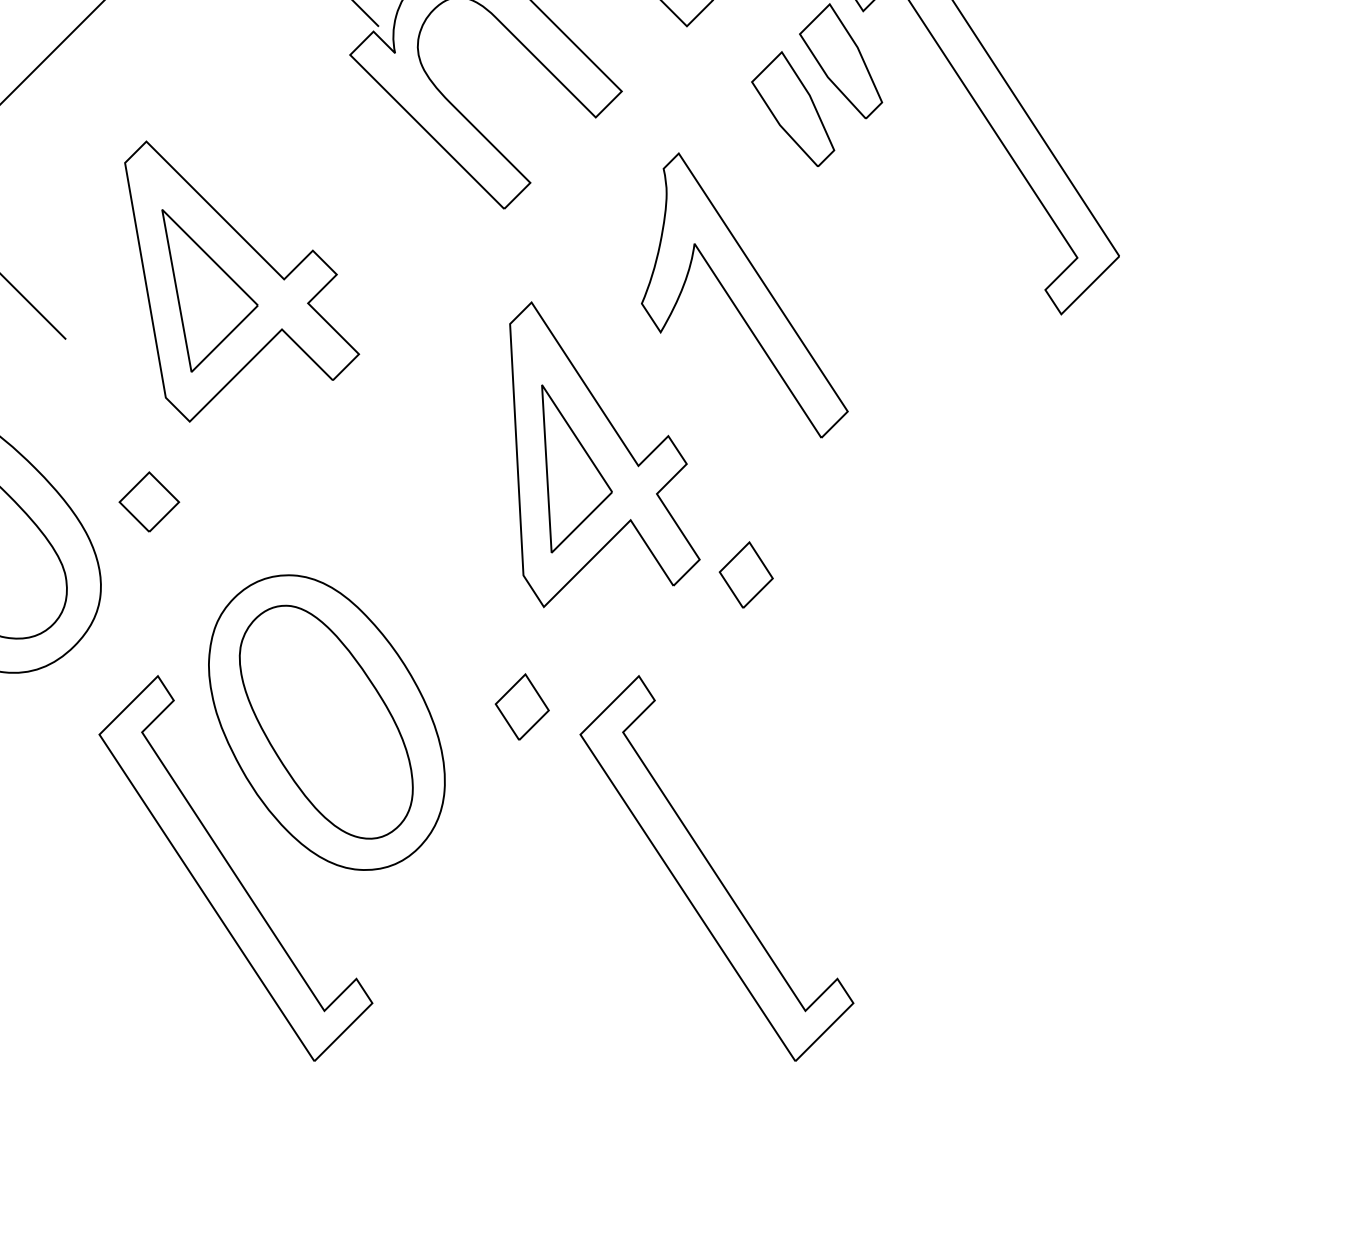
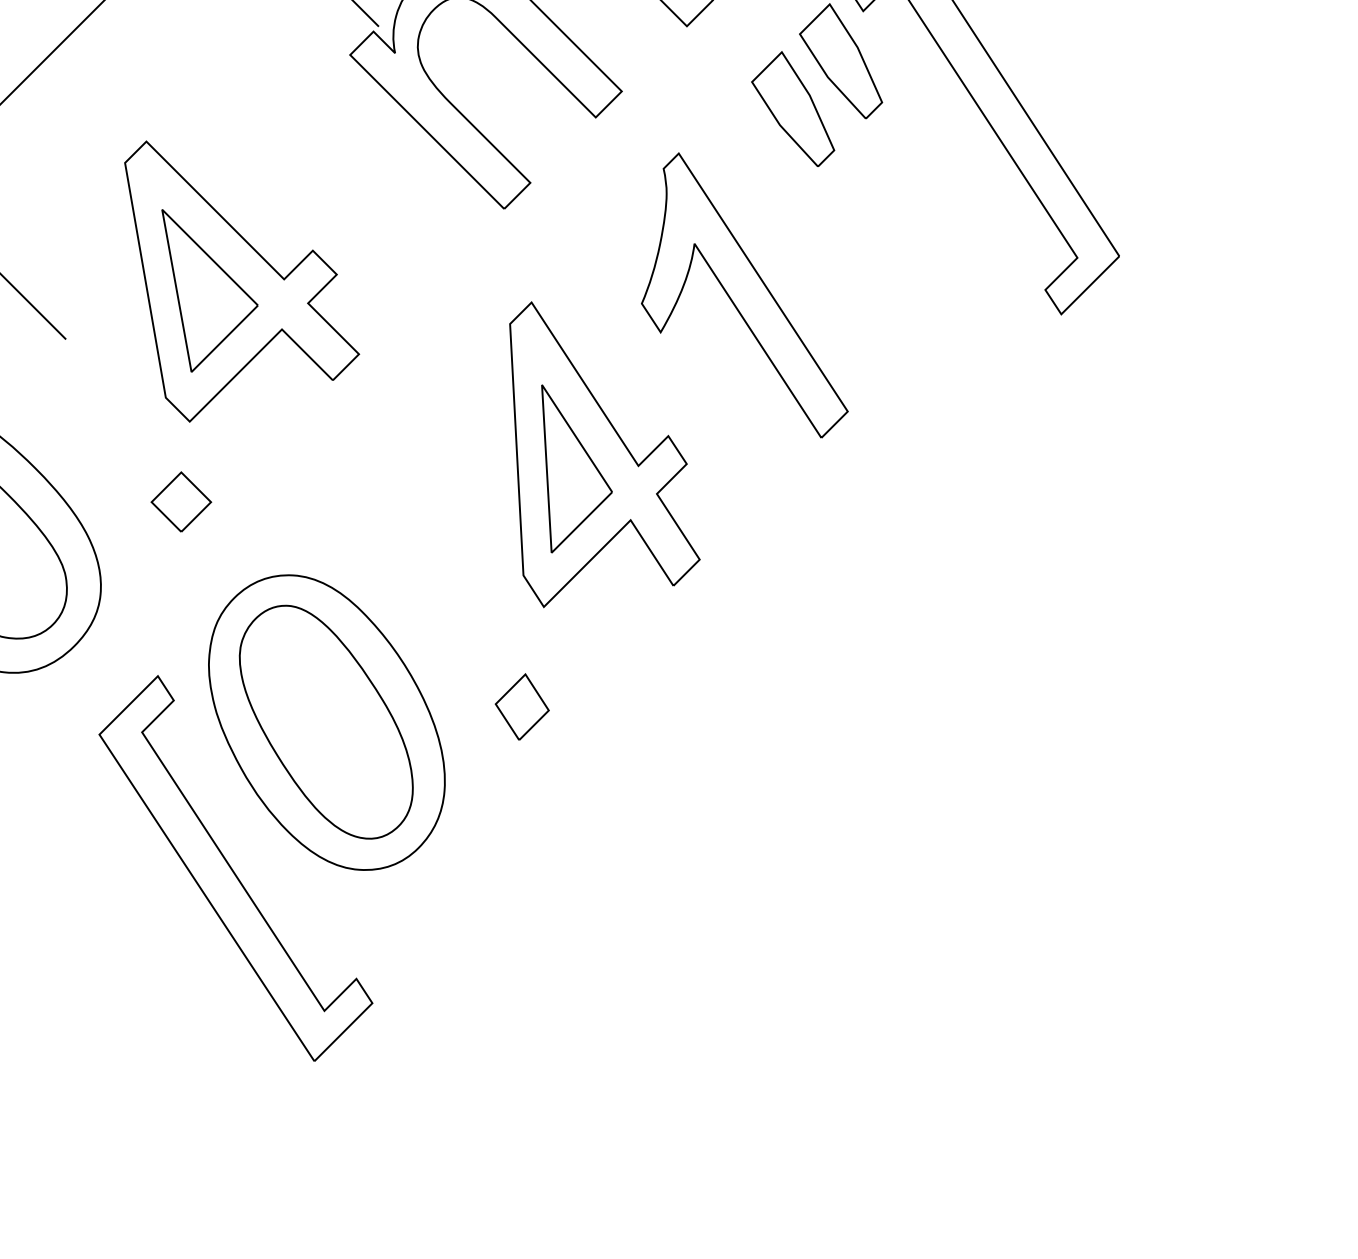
part at (149, 501) position: (149, 501) -> (181, 501)
part at (745, 574): present -> none
part at (716, 868): present -> none
